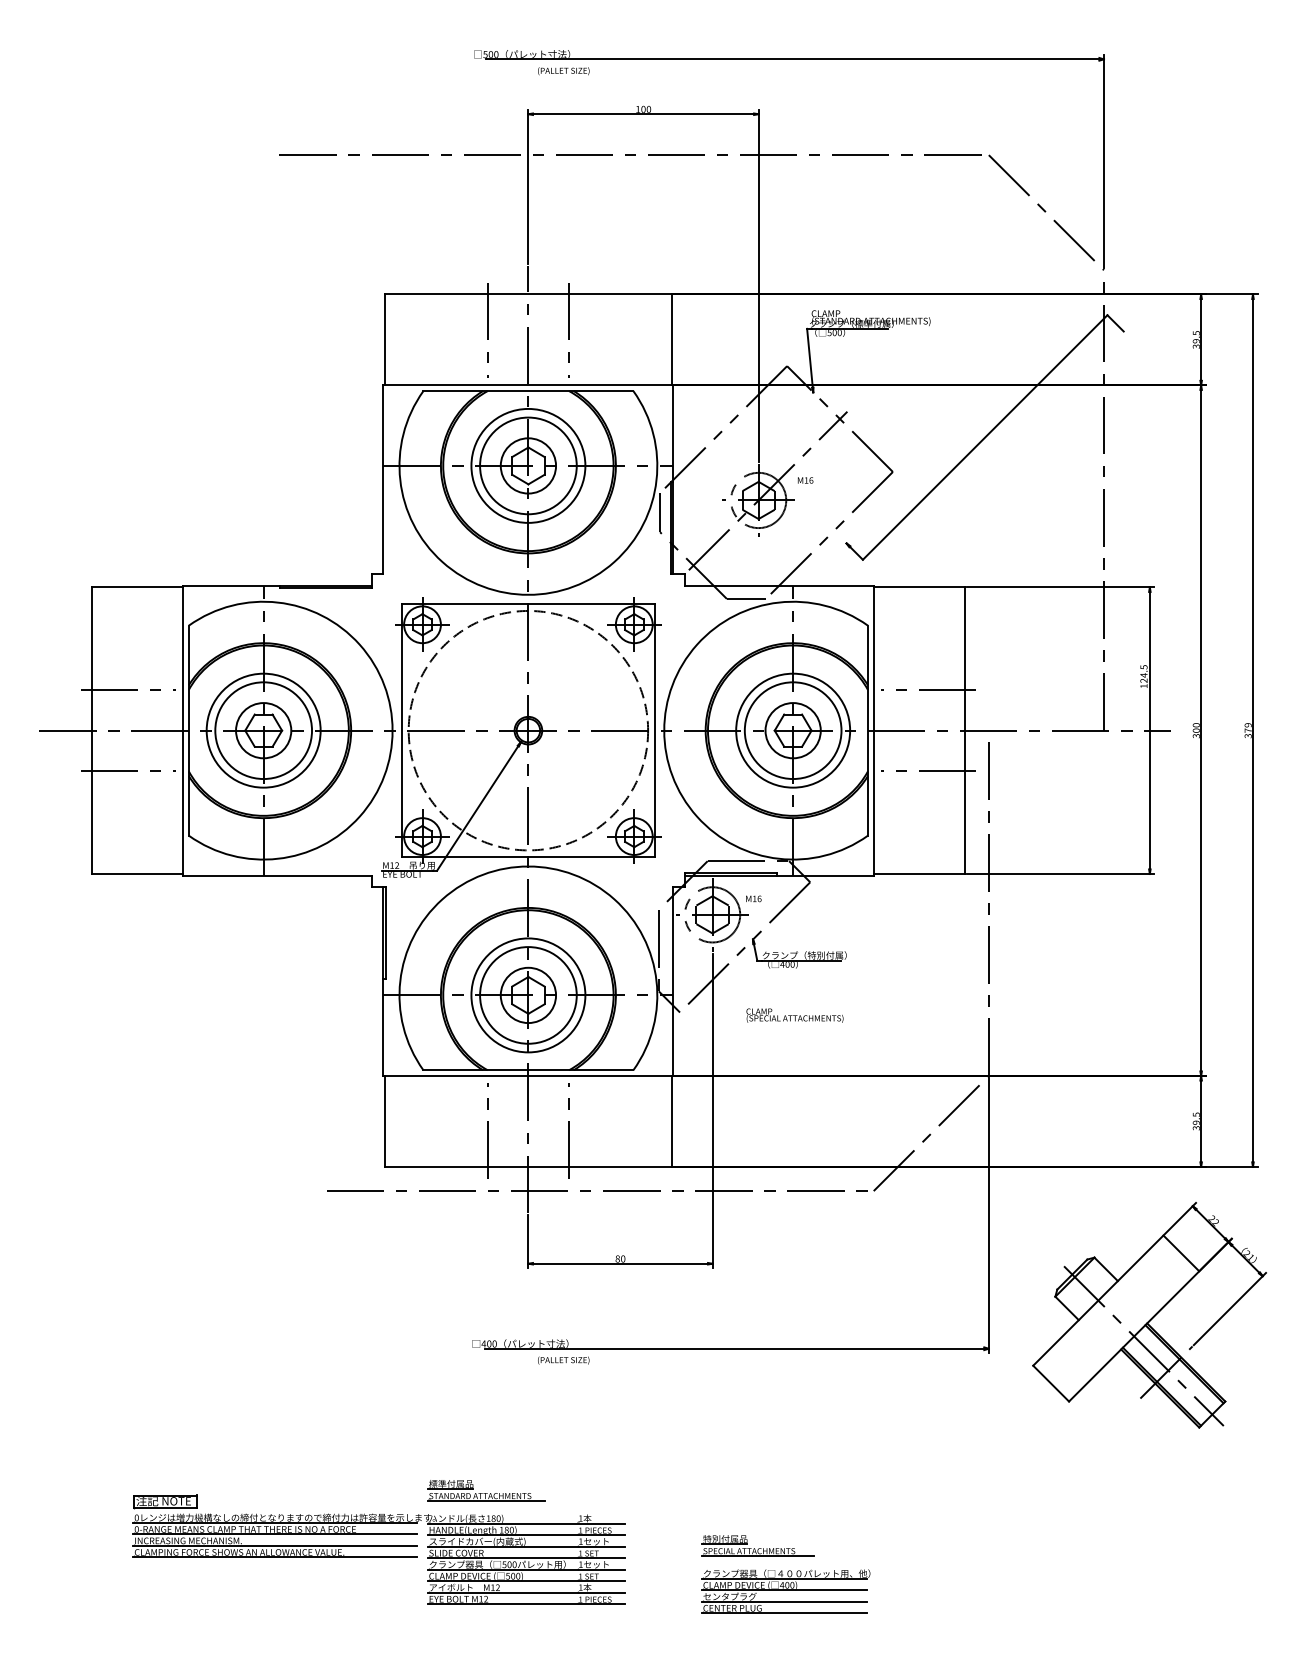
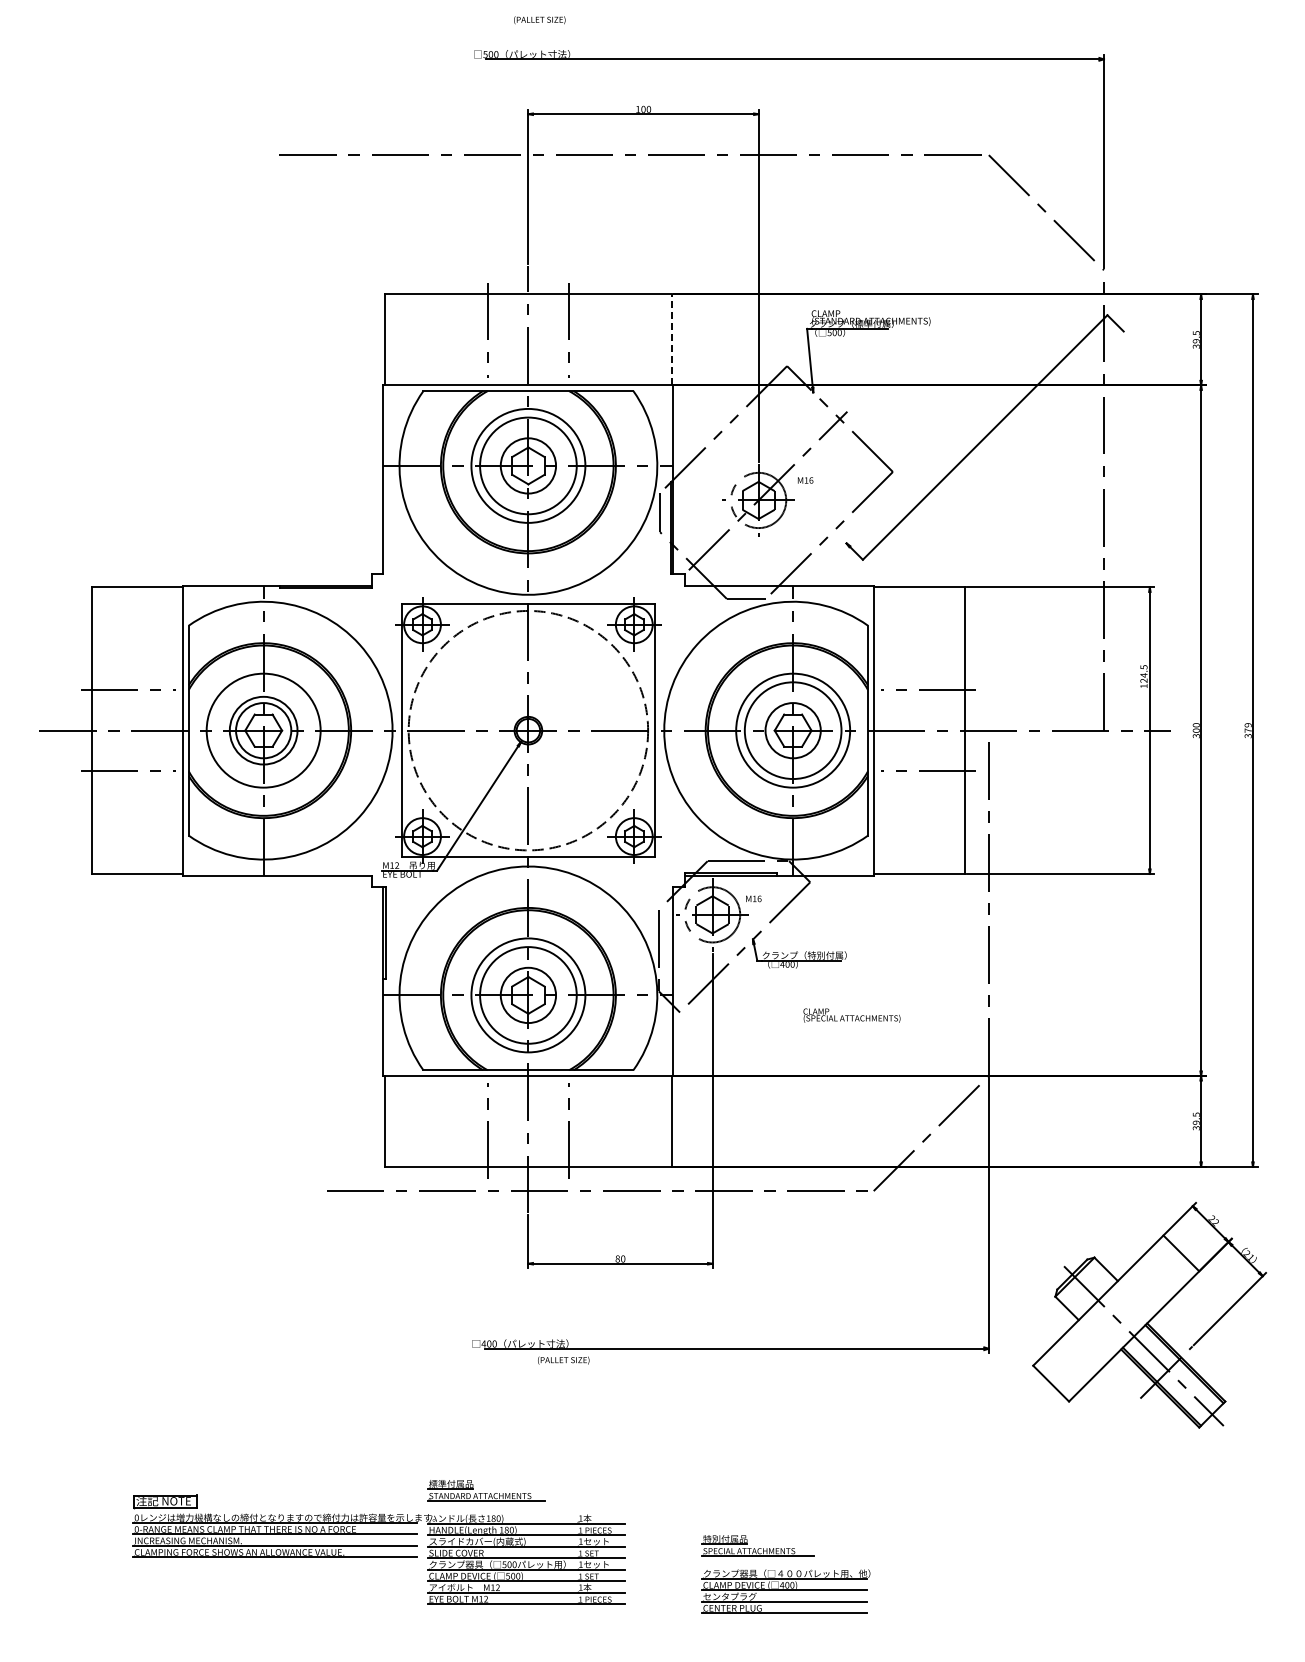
text at (563, 71) position: (563, 71) -> (539, 20)
line at (671, 339): solid -> dashed
circle at (263, 730) diameter: 97 px -> 68 px
text at (794, 1015) position: (794, 1015) -> (851, 1015)
